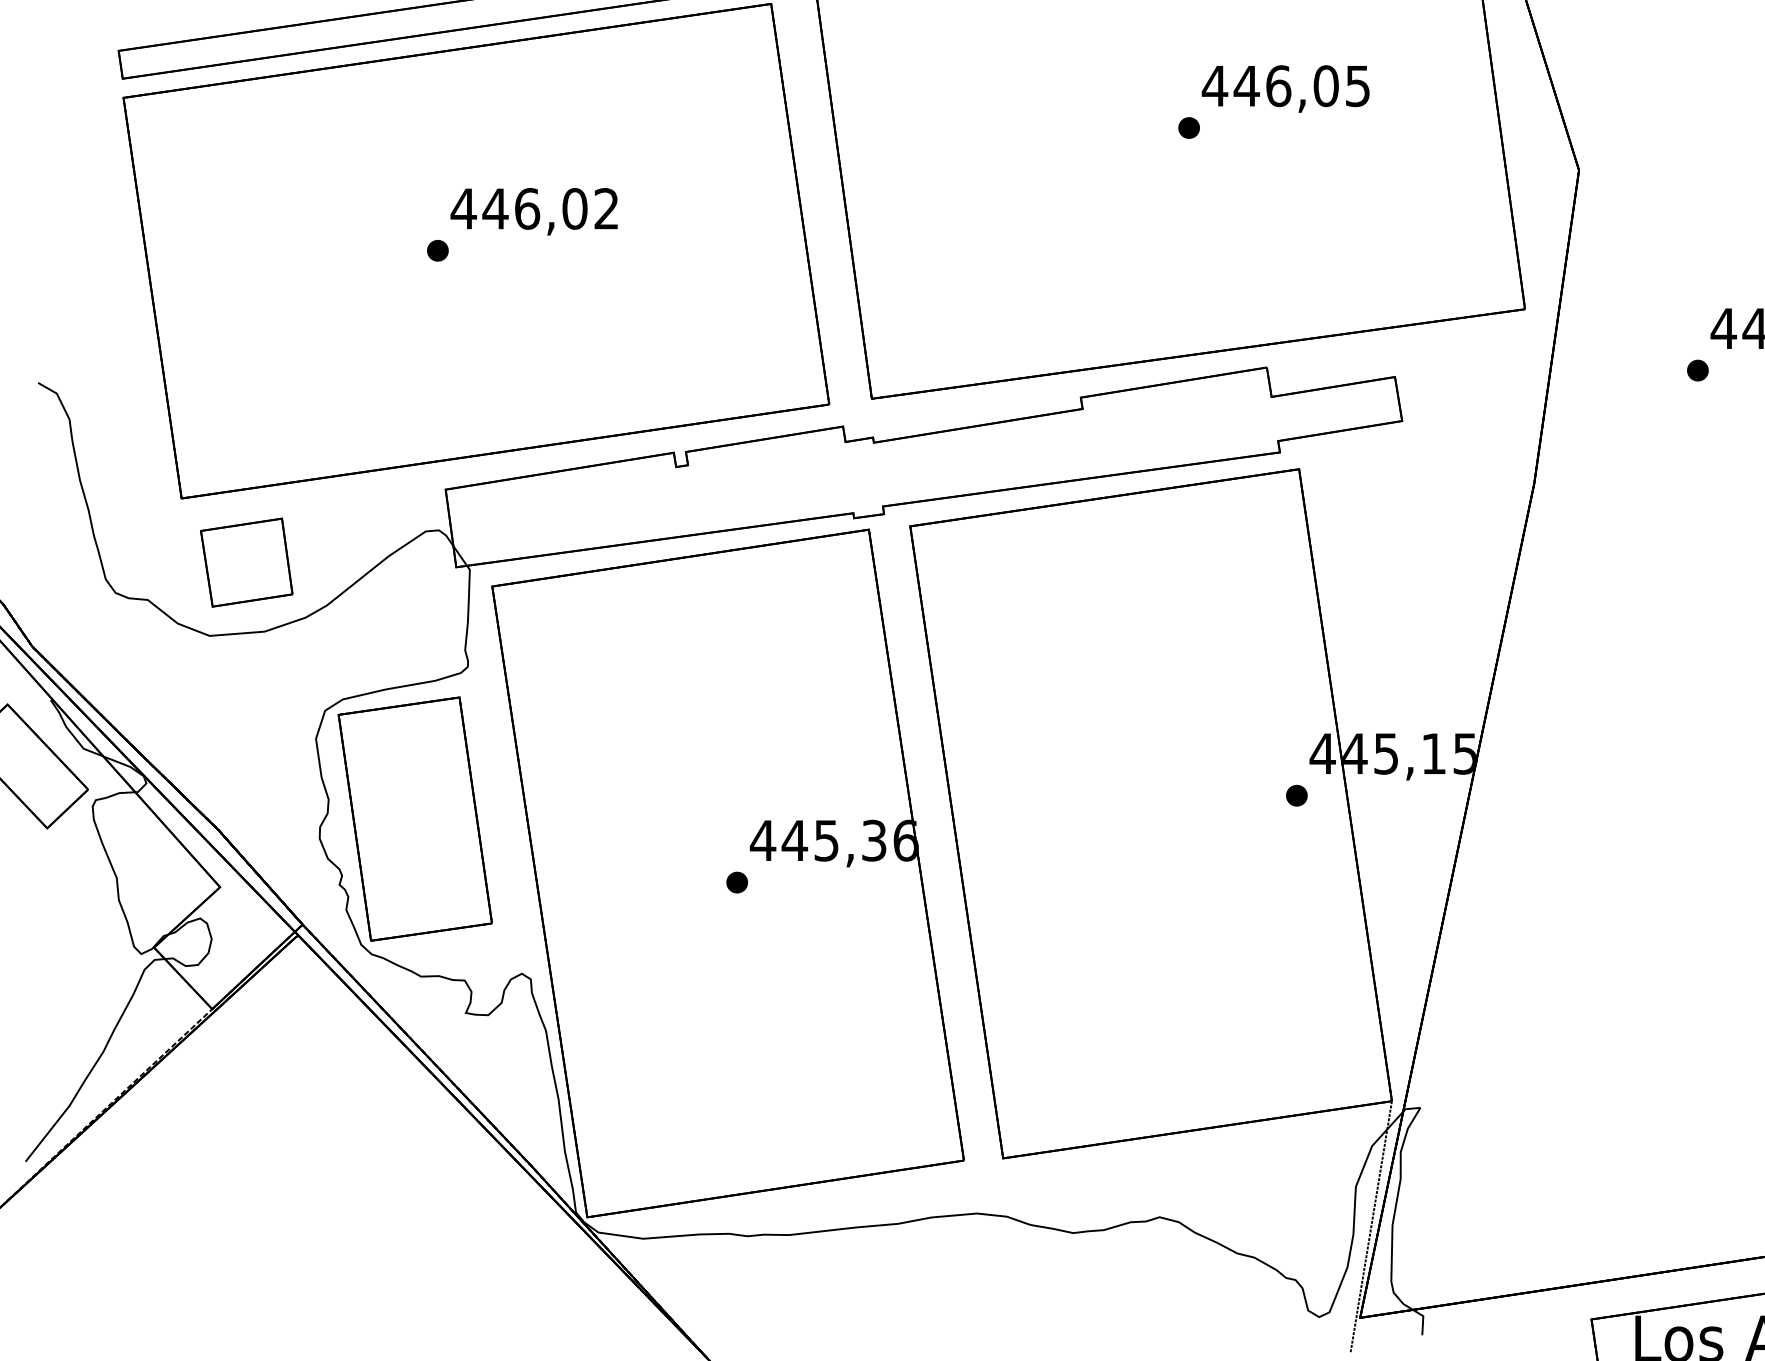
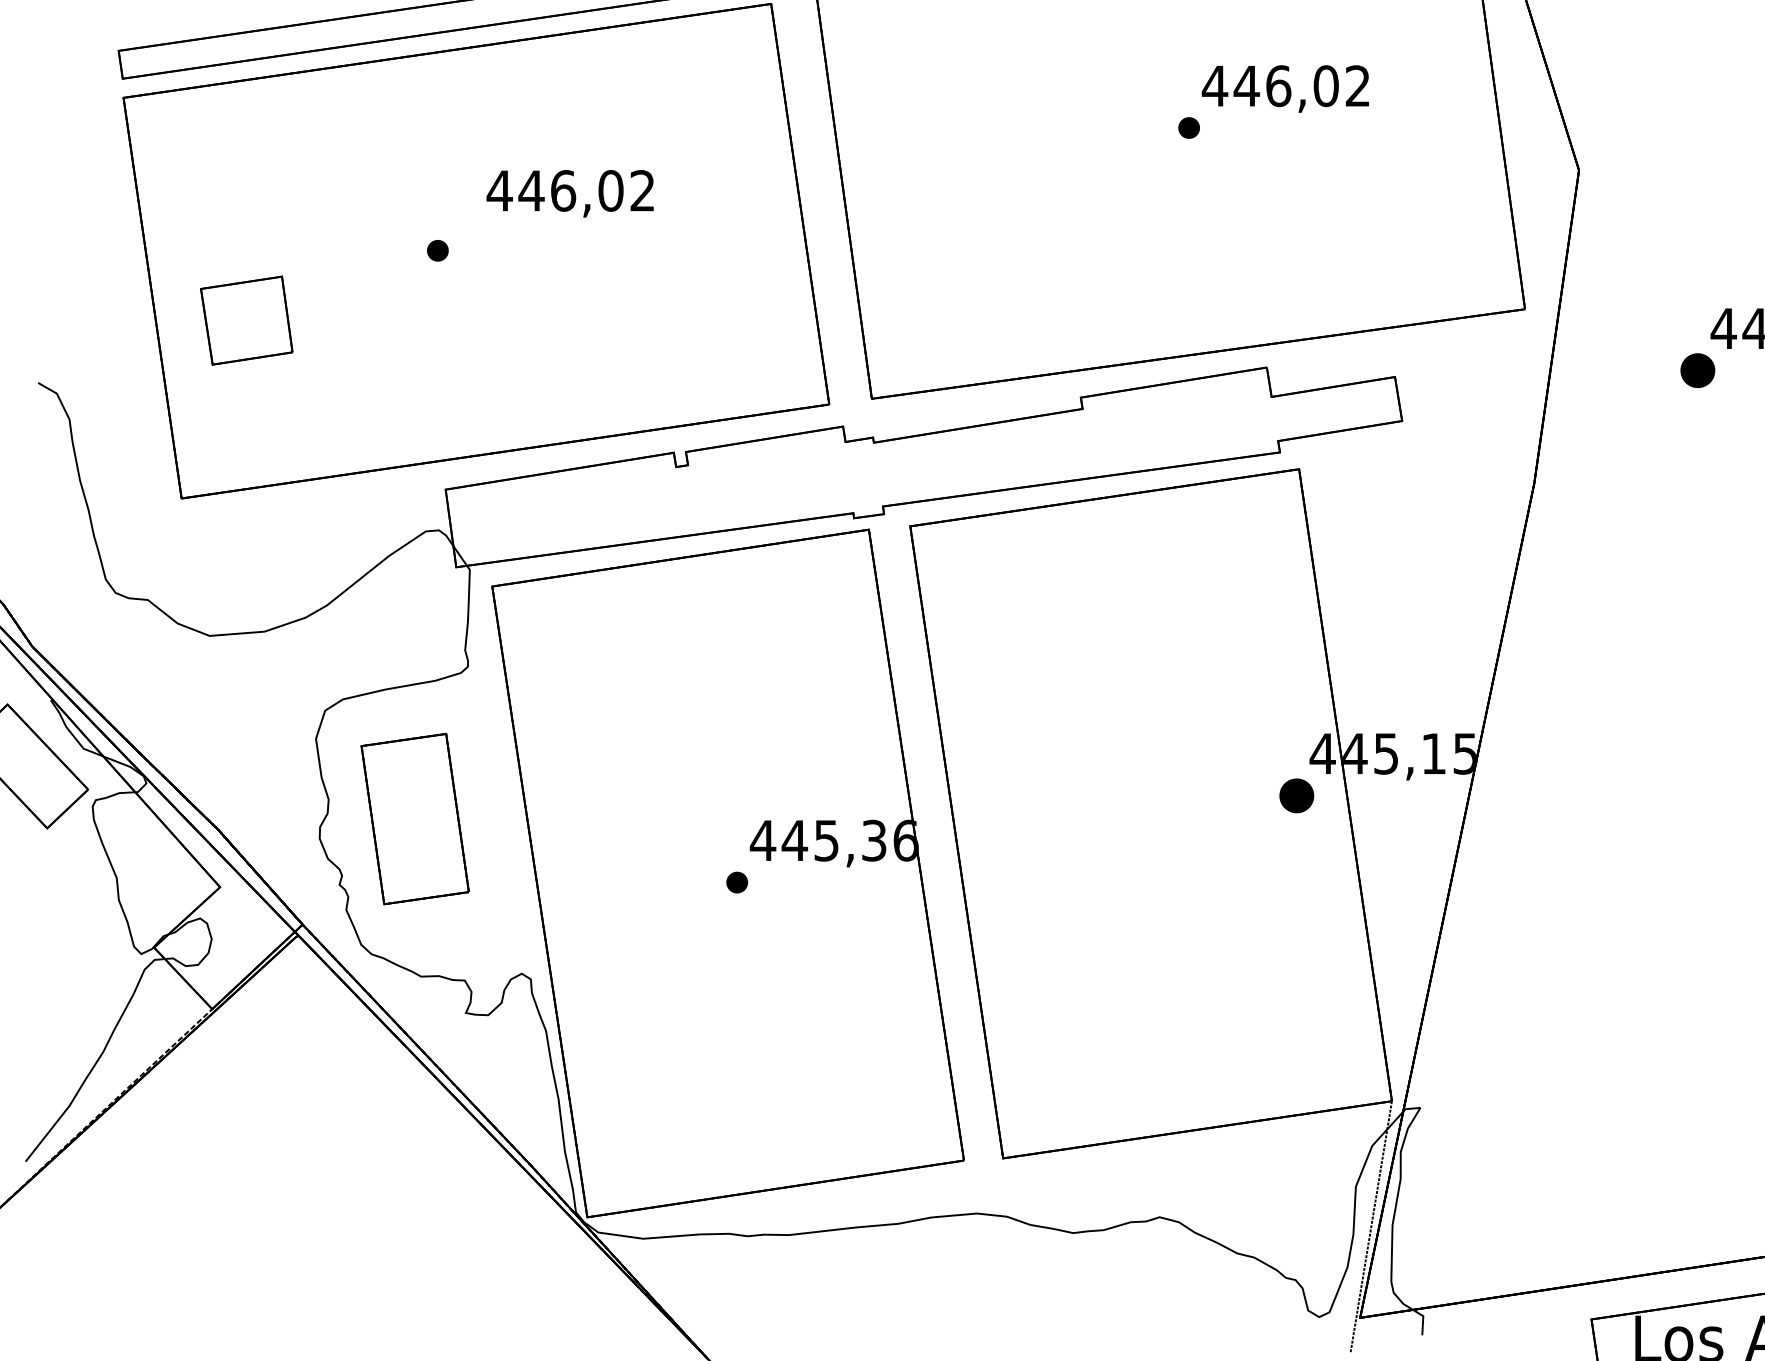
text at (1357, 86): 446,05 -> 446,02
text at (533, 211) position: (533, 211) -> (569, 193)
part at (1697, 370) size: 22x23 px -> 36x35 px
part at (246, 562) position: (246, 562) -> (246, 320)
part at (1296, 795) size: 22x23 px -> 36x36 px
part at (414, 818) size: 156x246 px -> 110x174 px
